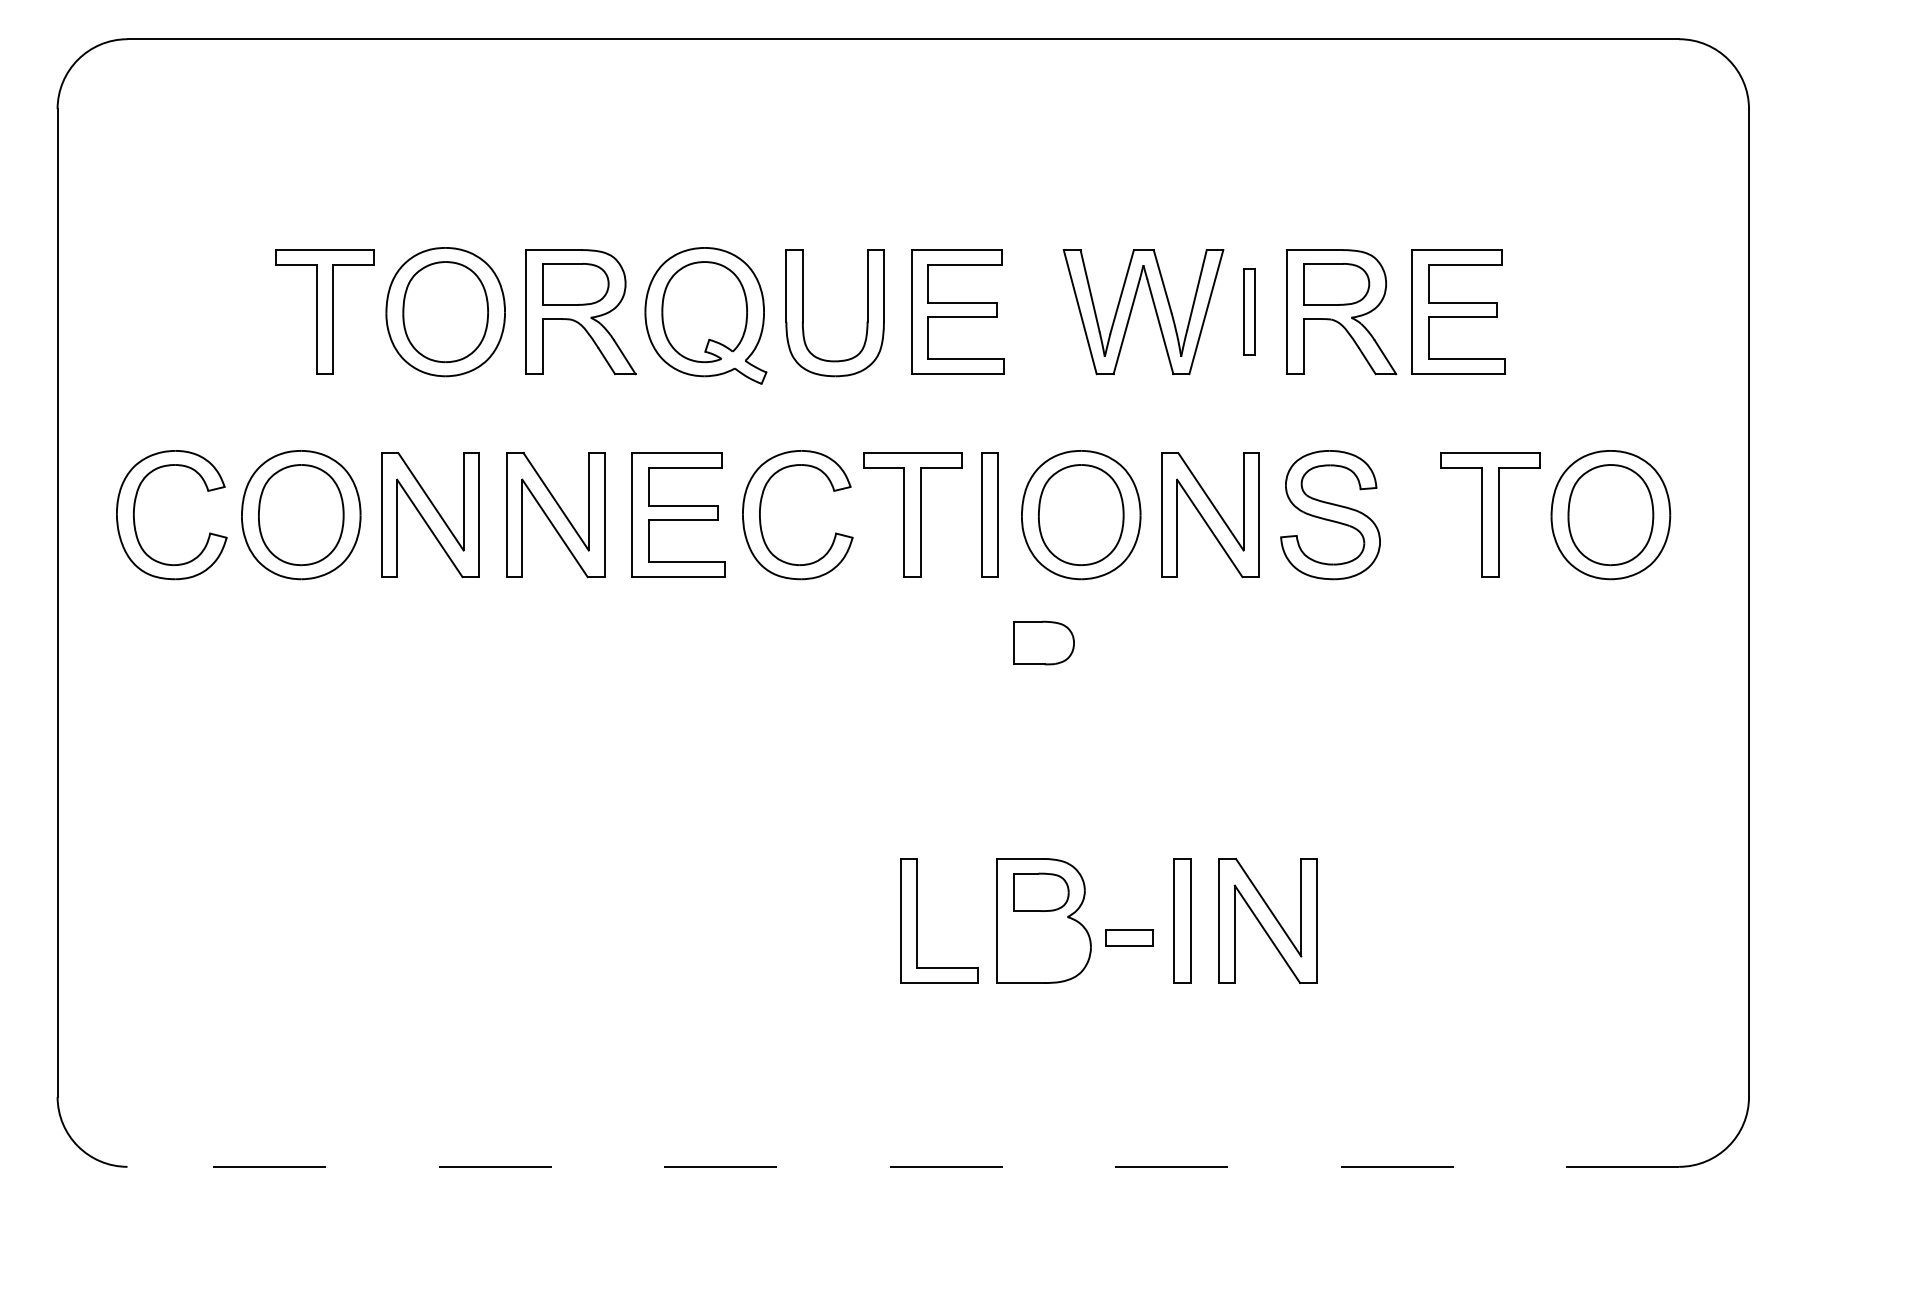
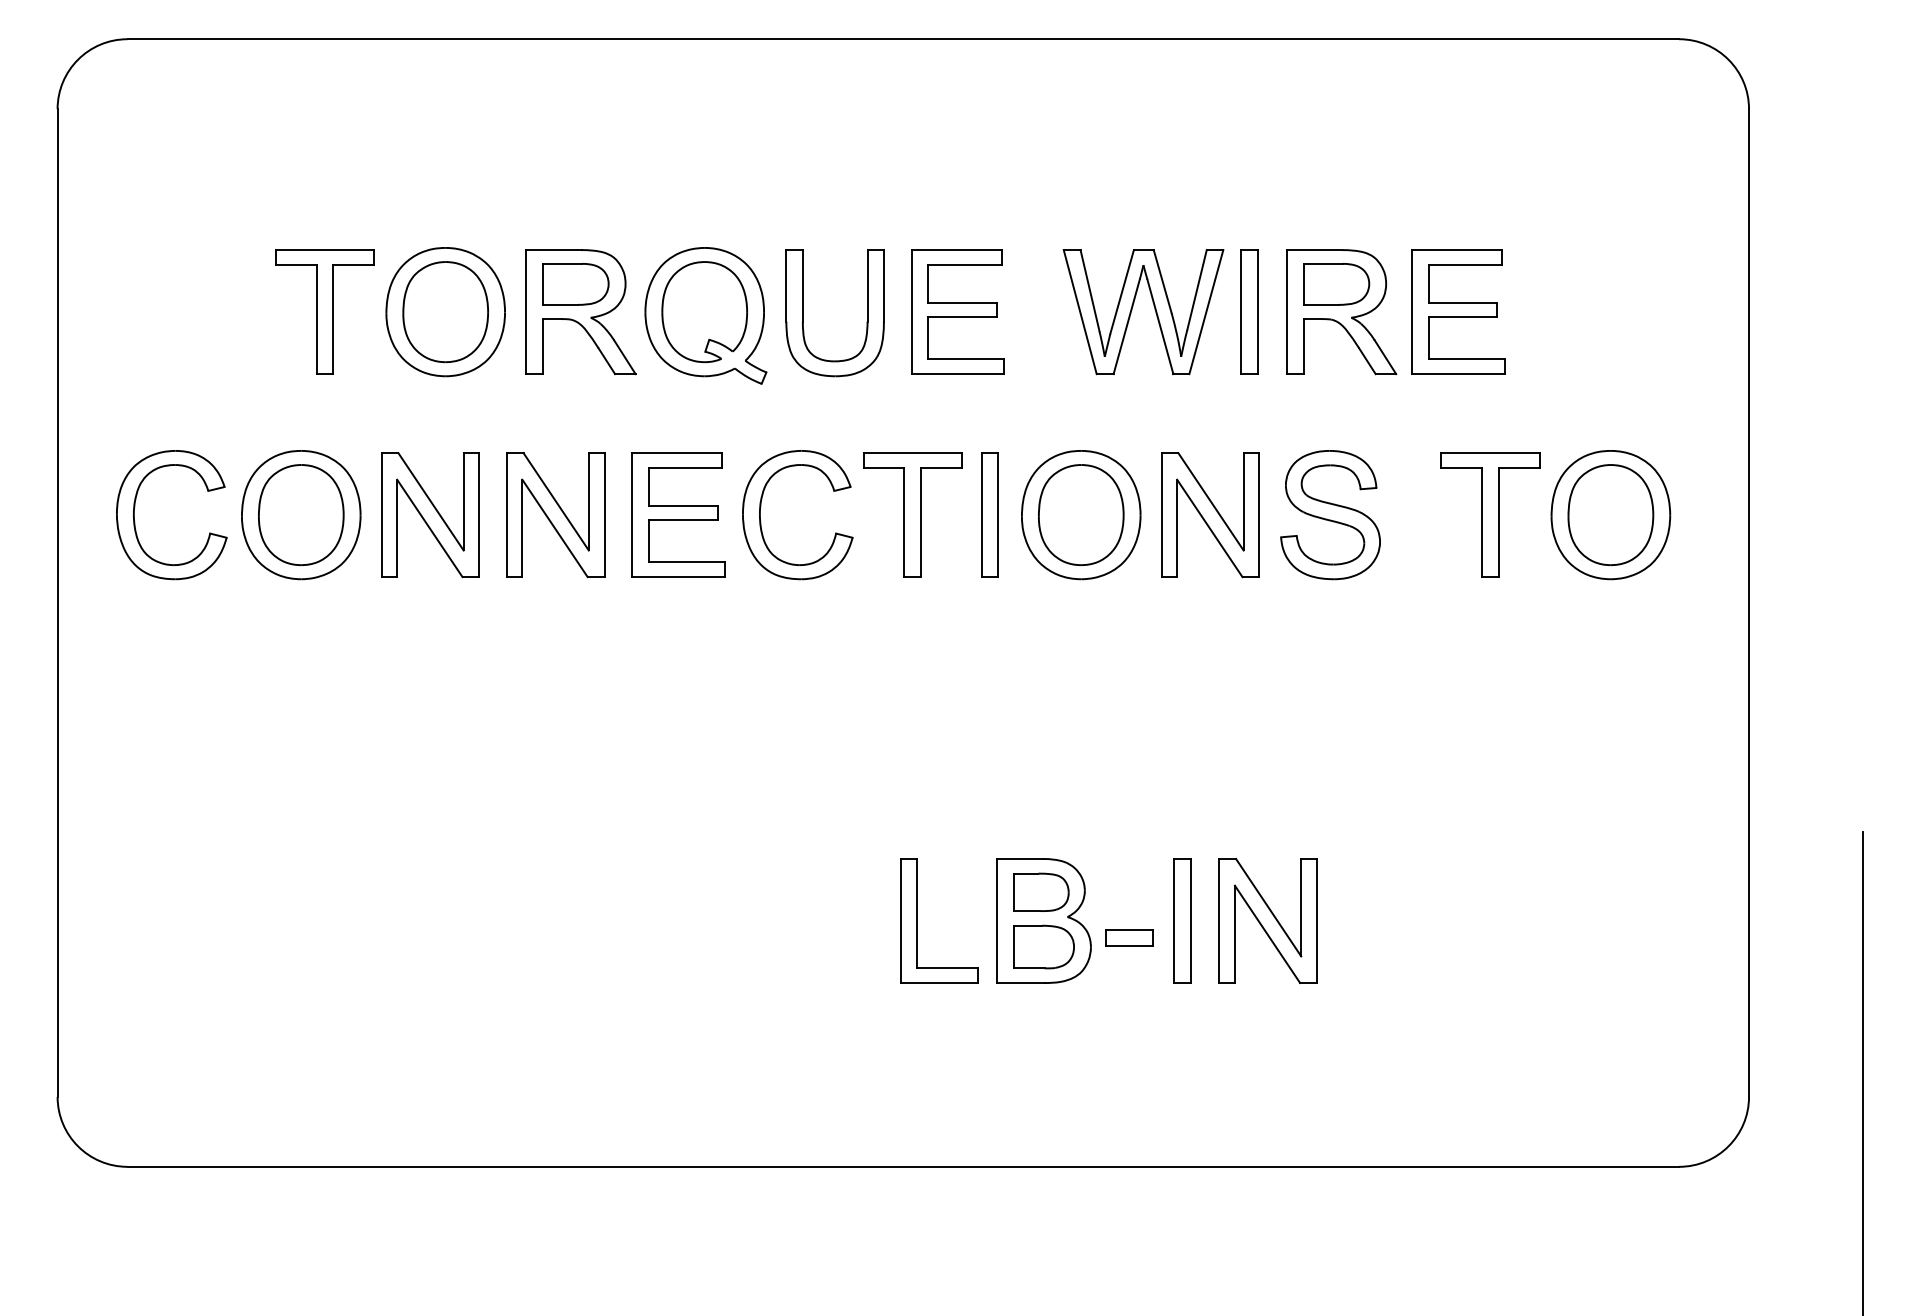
part at (1249, 311) size: 13x88 px -> 19x126 px
part at (1043, 642) position: (1043, 642) -> (1043, 946)
line at (1863, 1071): none -> present
line at (903, 1166): dashed -> solid
